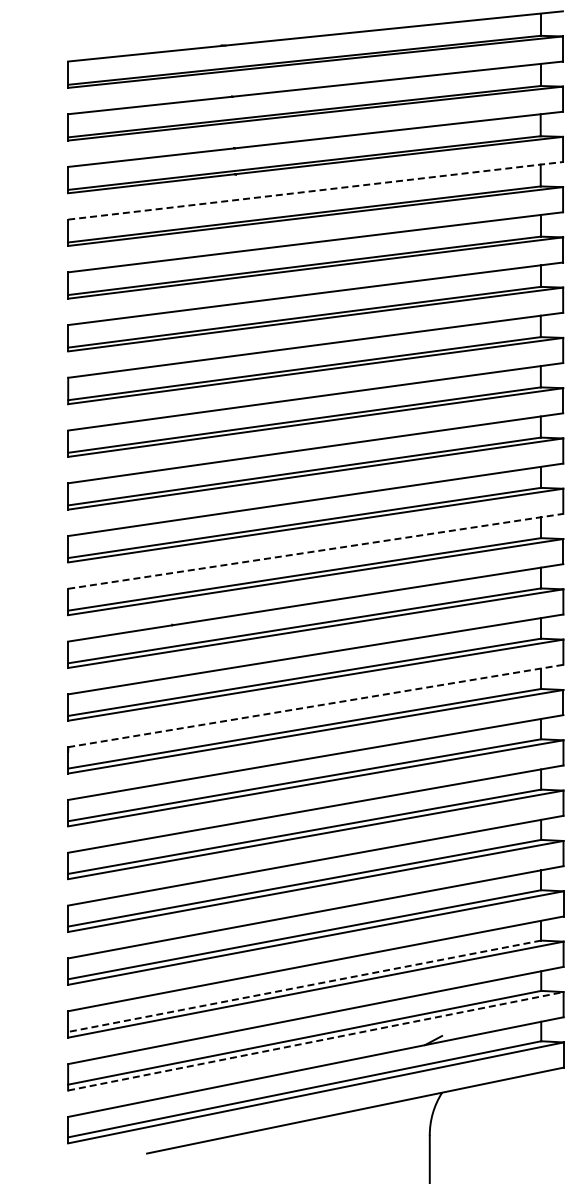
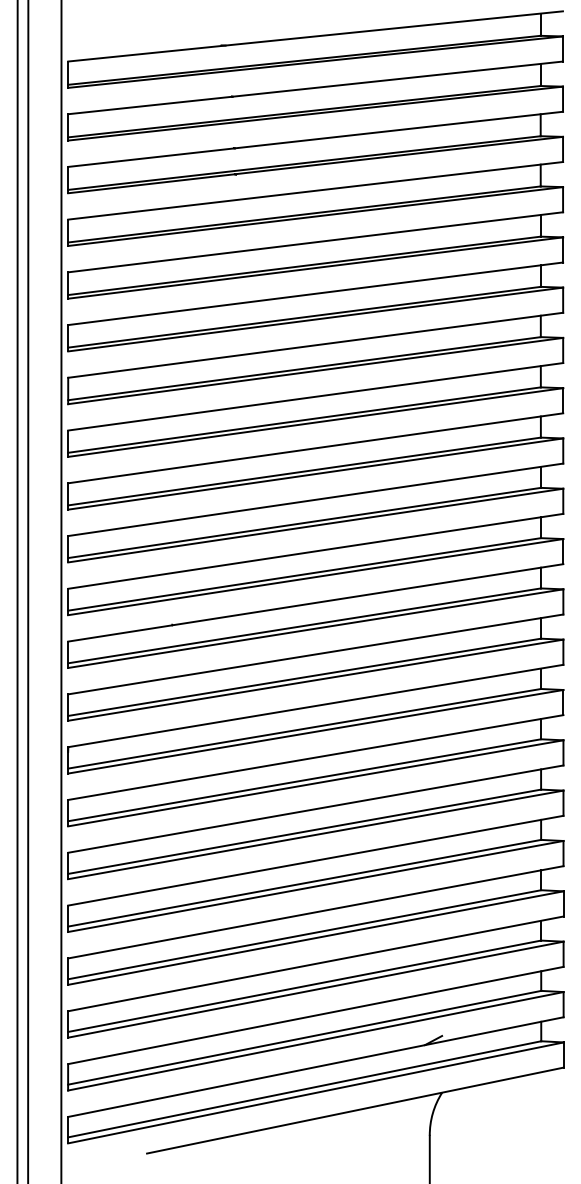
line at (316, 190): dashed -> solid
line at (316, 551): dashed -> solid
line at (17, 591): none -> present
line at (28, 591): none -> present
line at (61, 591): none -> present
line at (316, 705): dashed -> solid
line at (304, 986): dashed -> solid
line at (315, 1041): dashed -> solid
